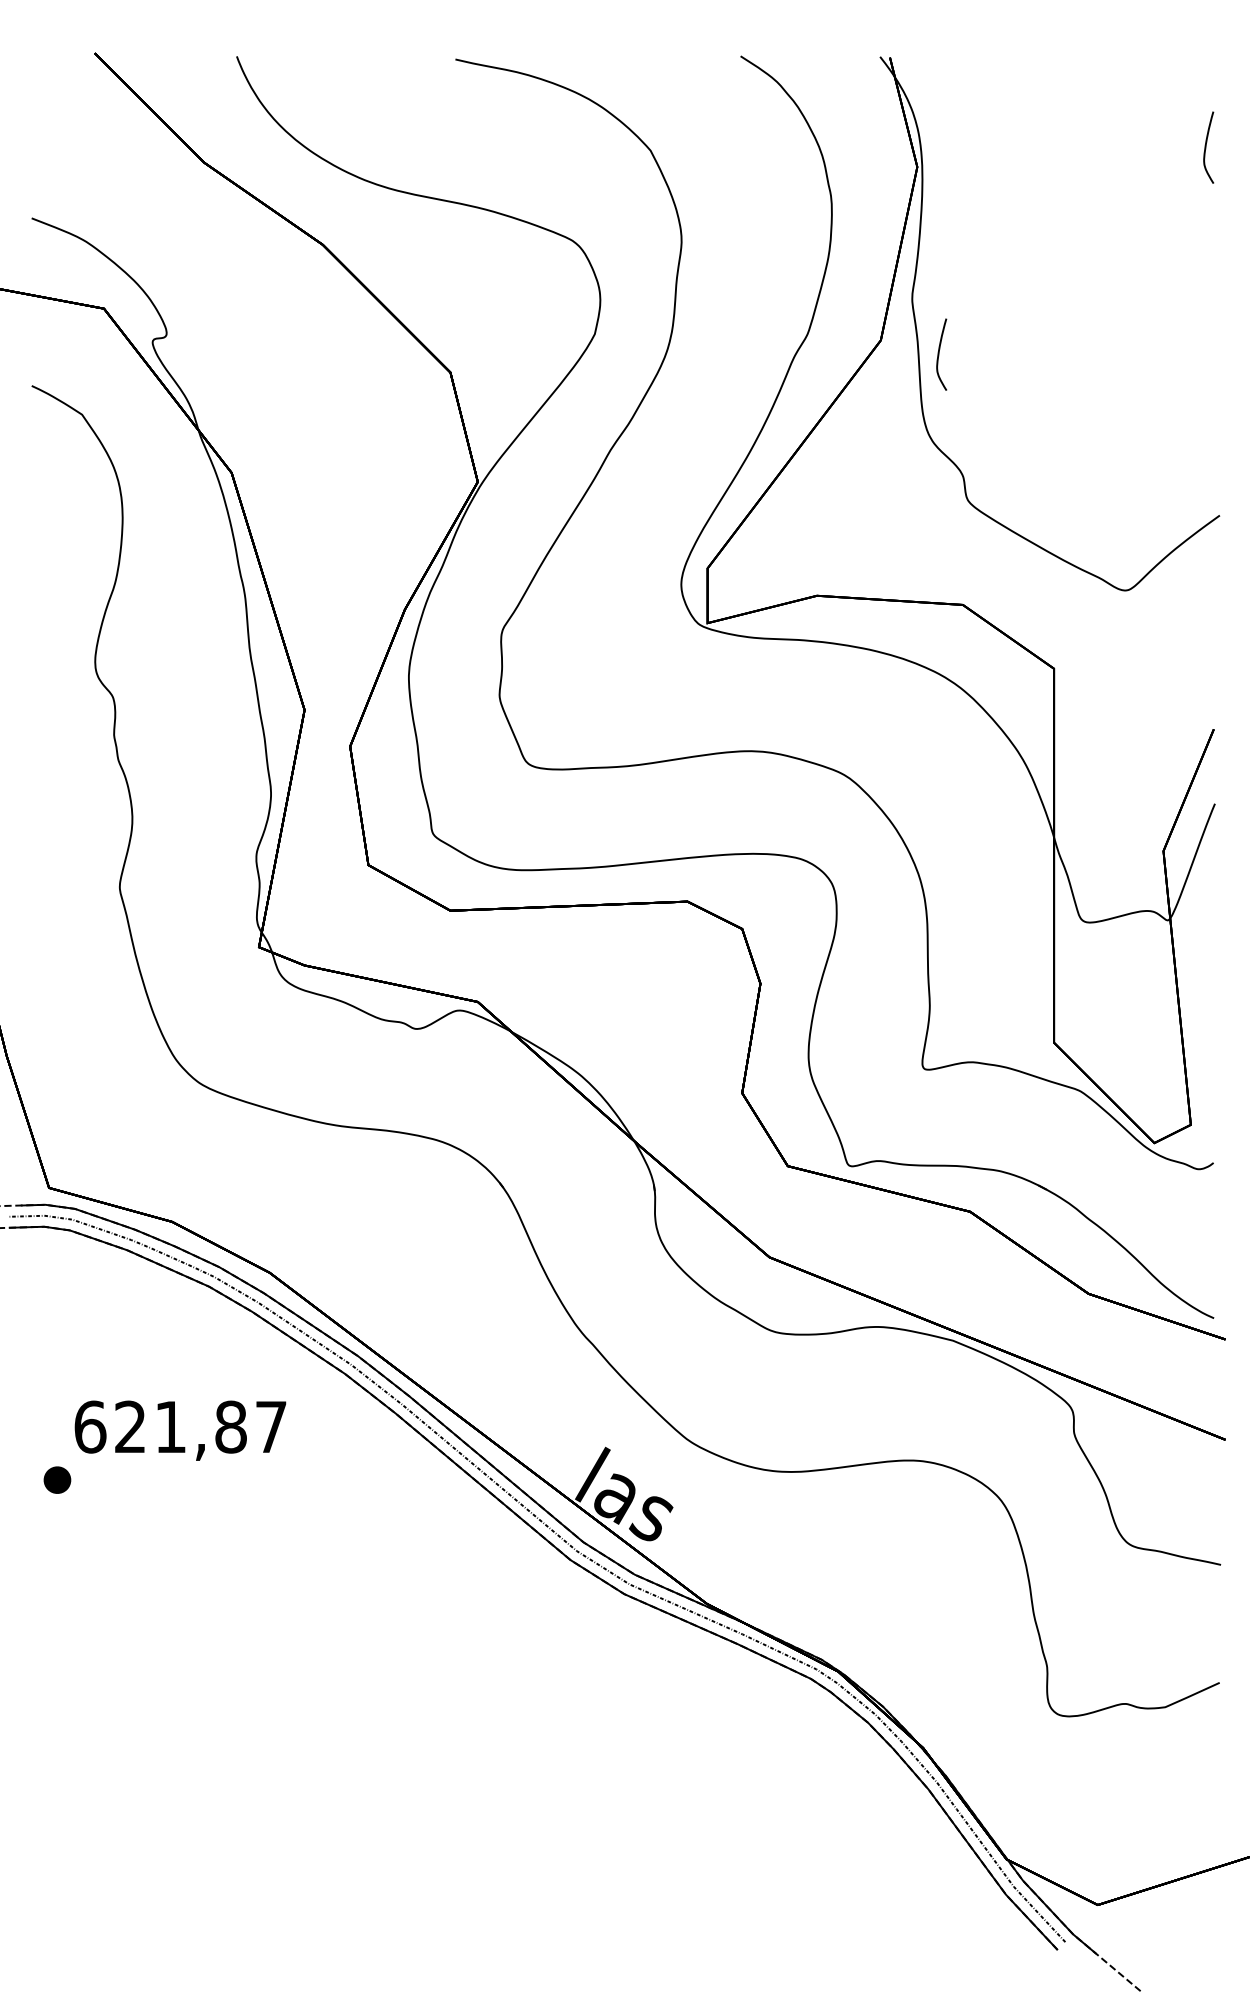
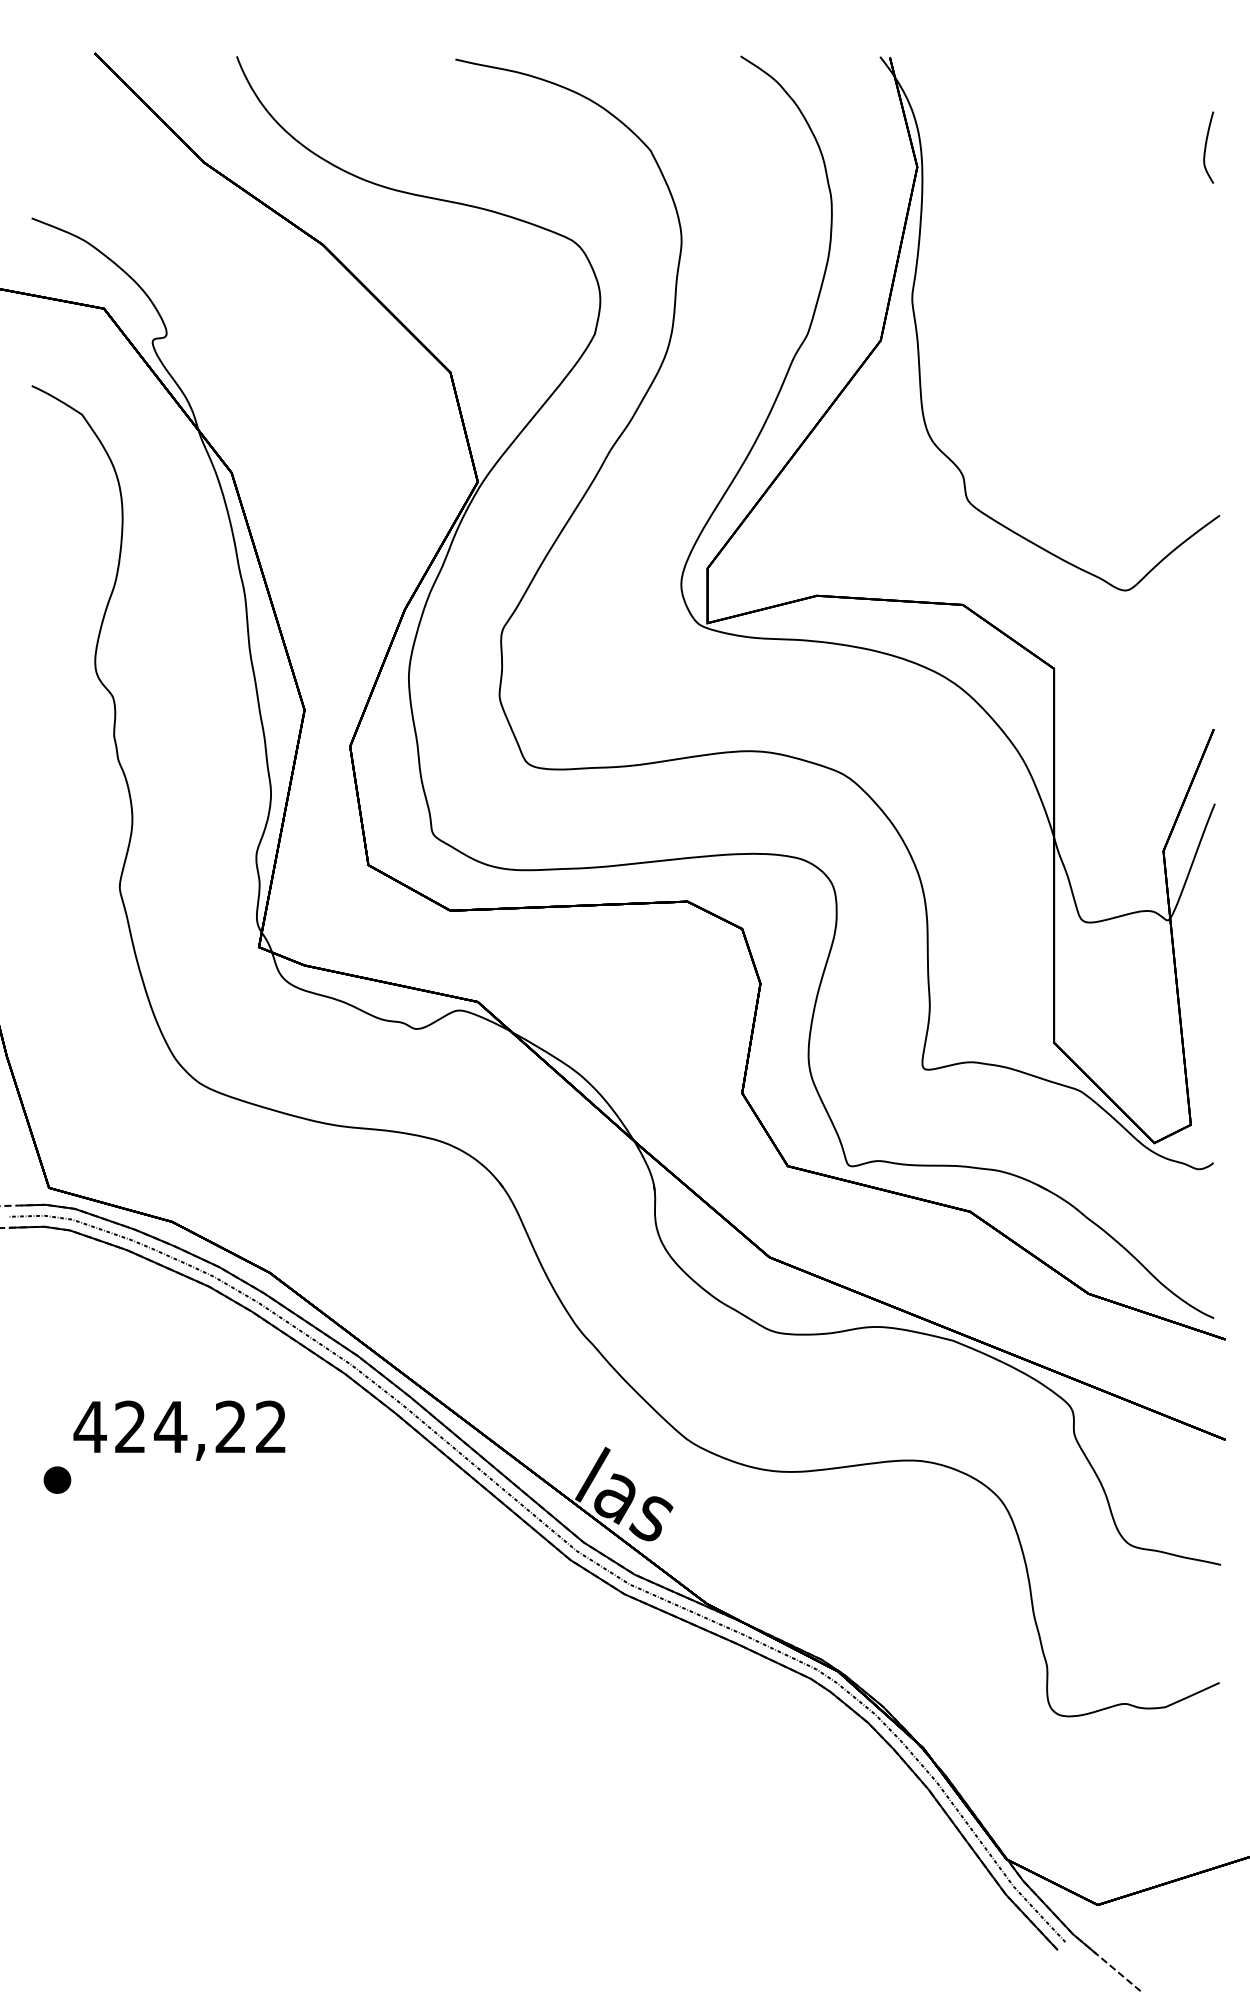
part at (941, 354): present -> none
text at (179, 1426): 621,87 -> 424,22
